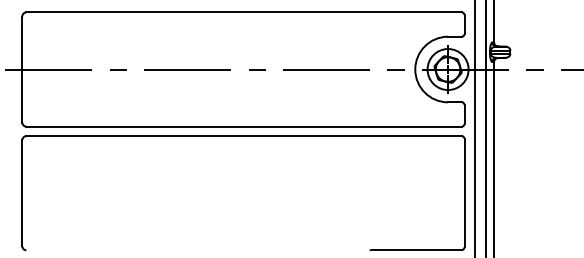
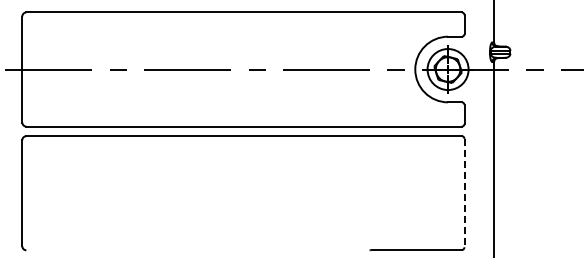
line at (475, 128): present -> none
line at (486, 128): present -> none
line at (464, 193): solid -> dashed
